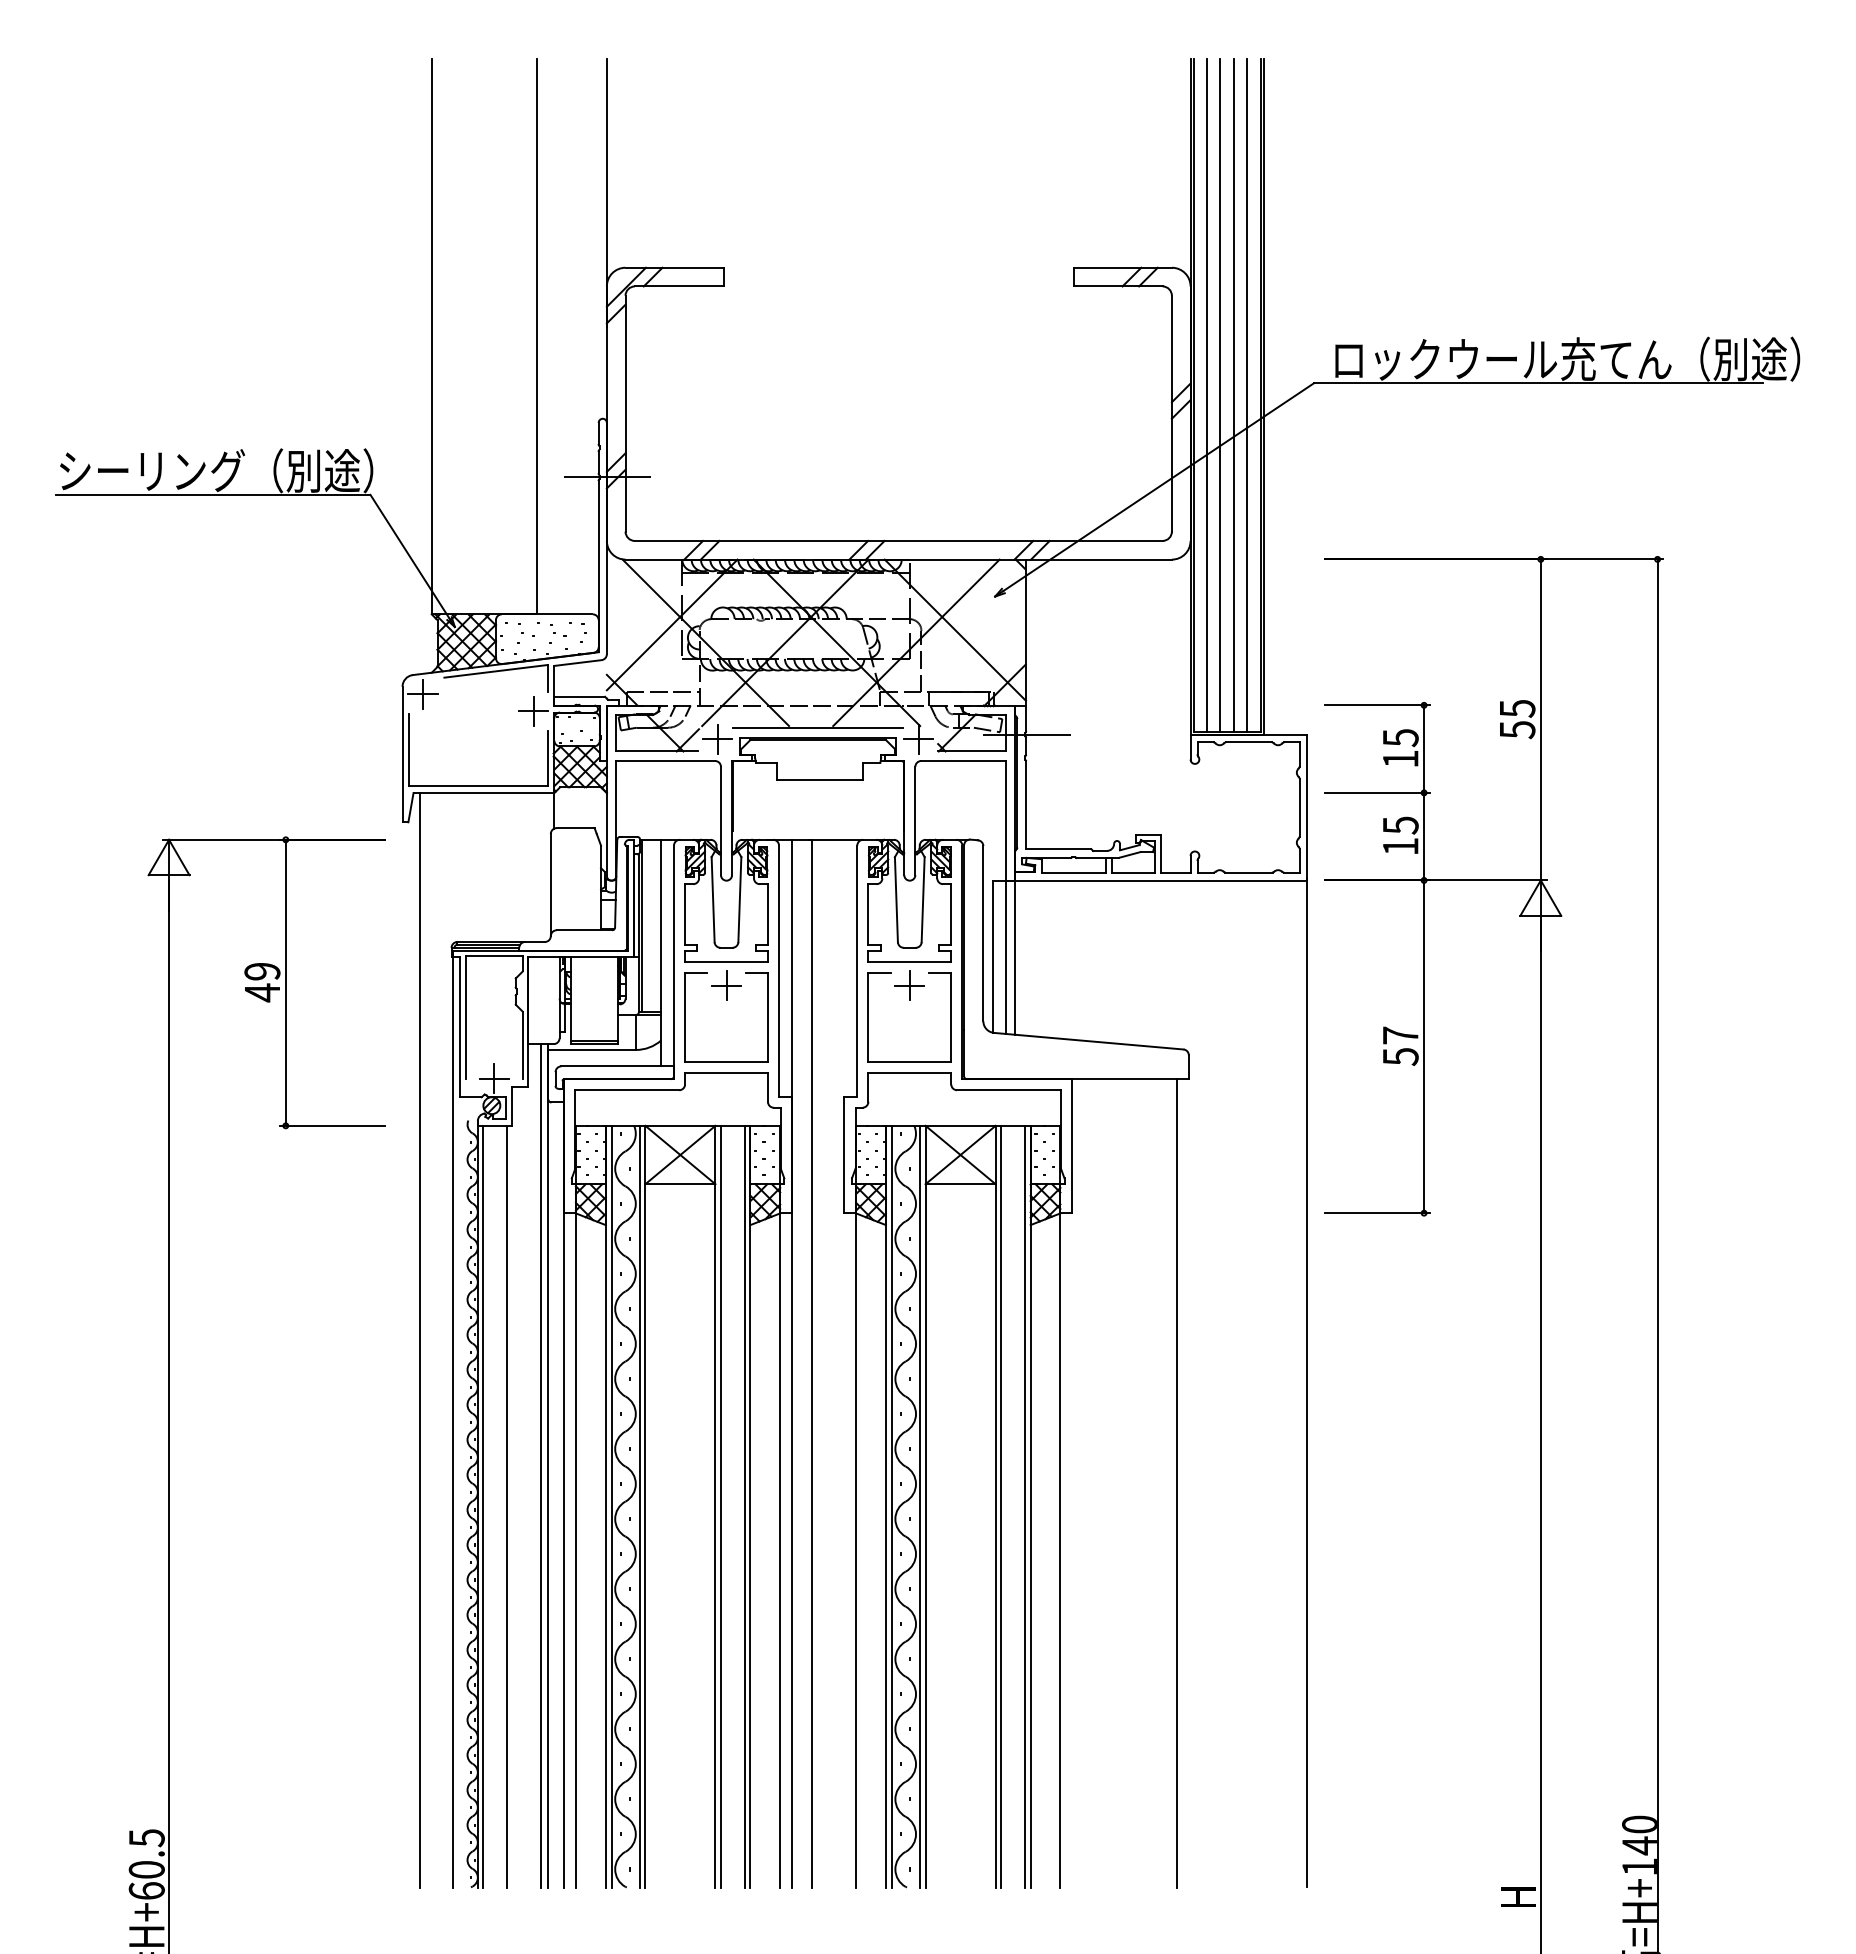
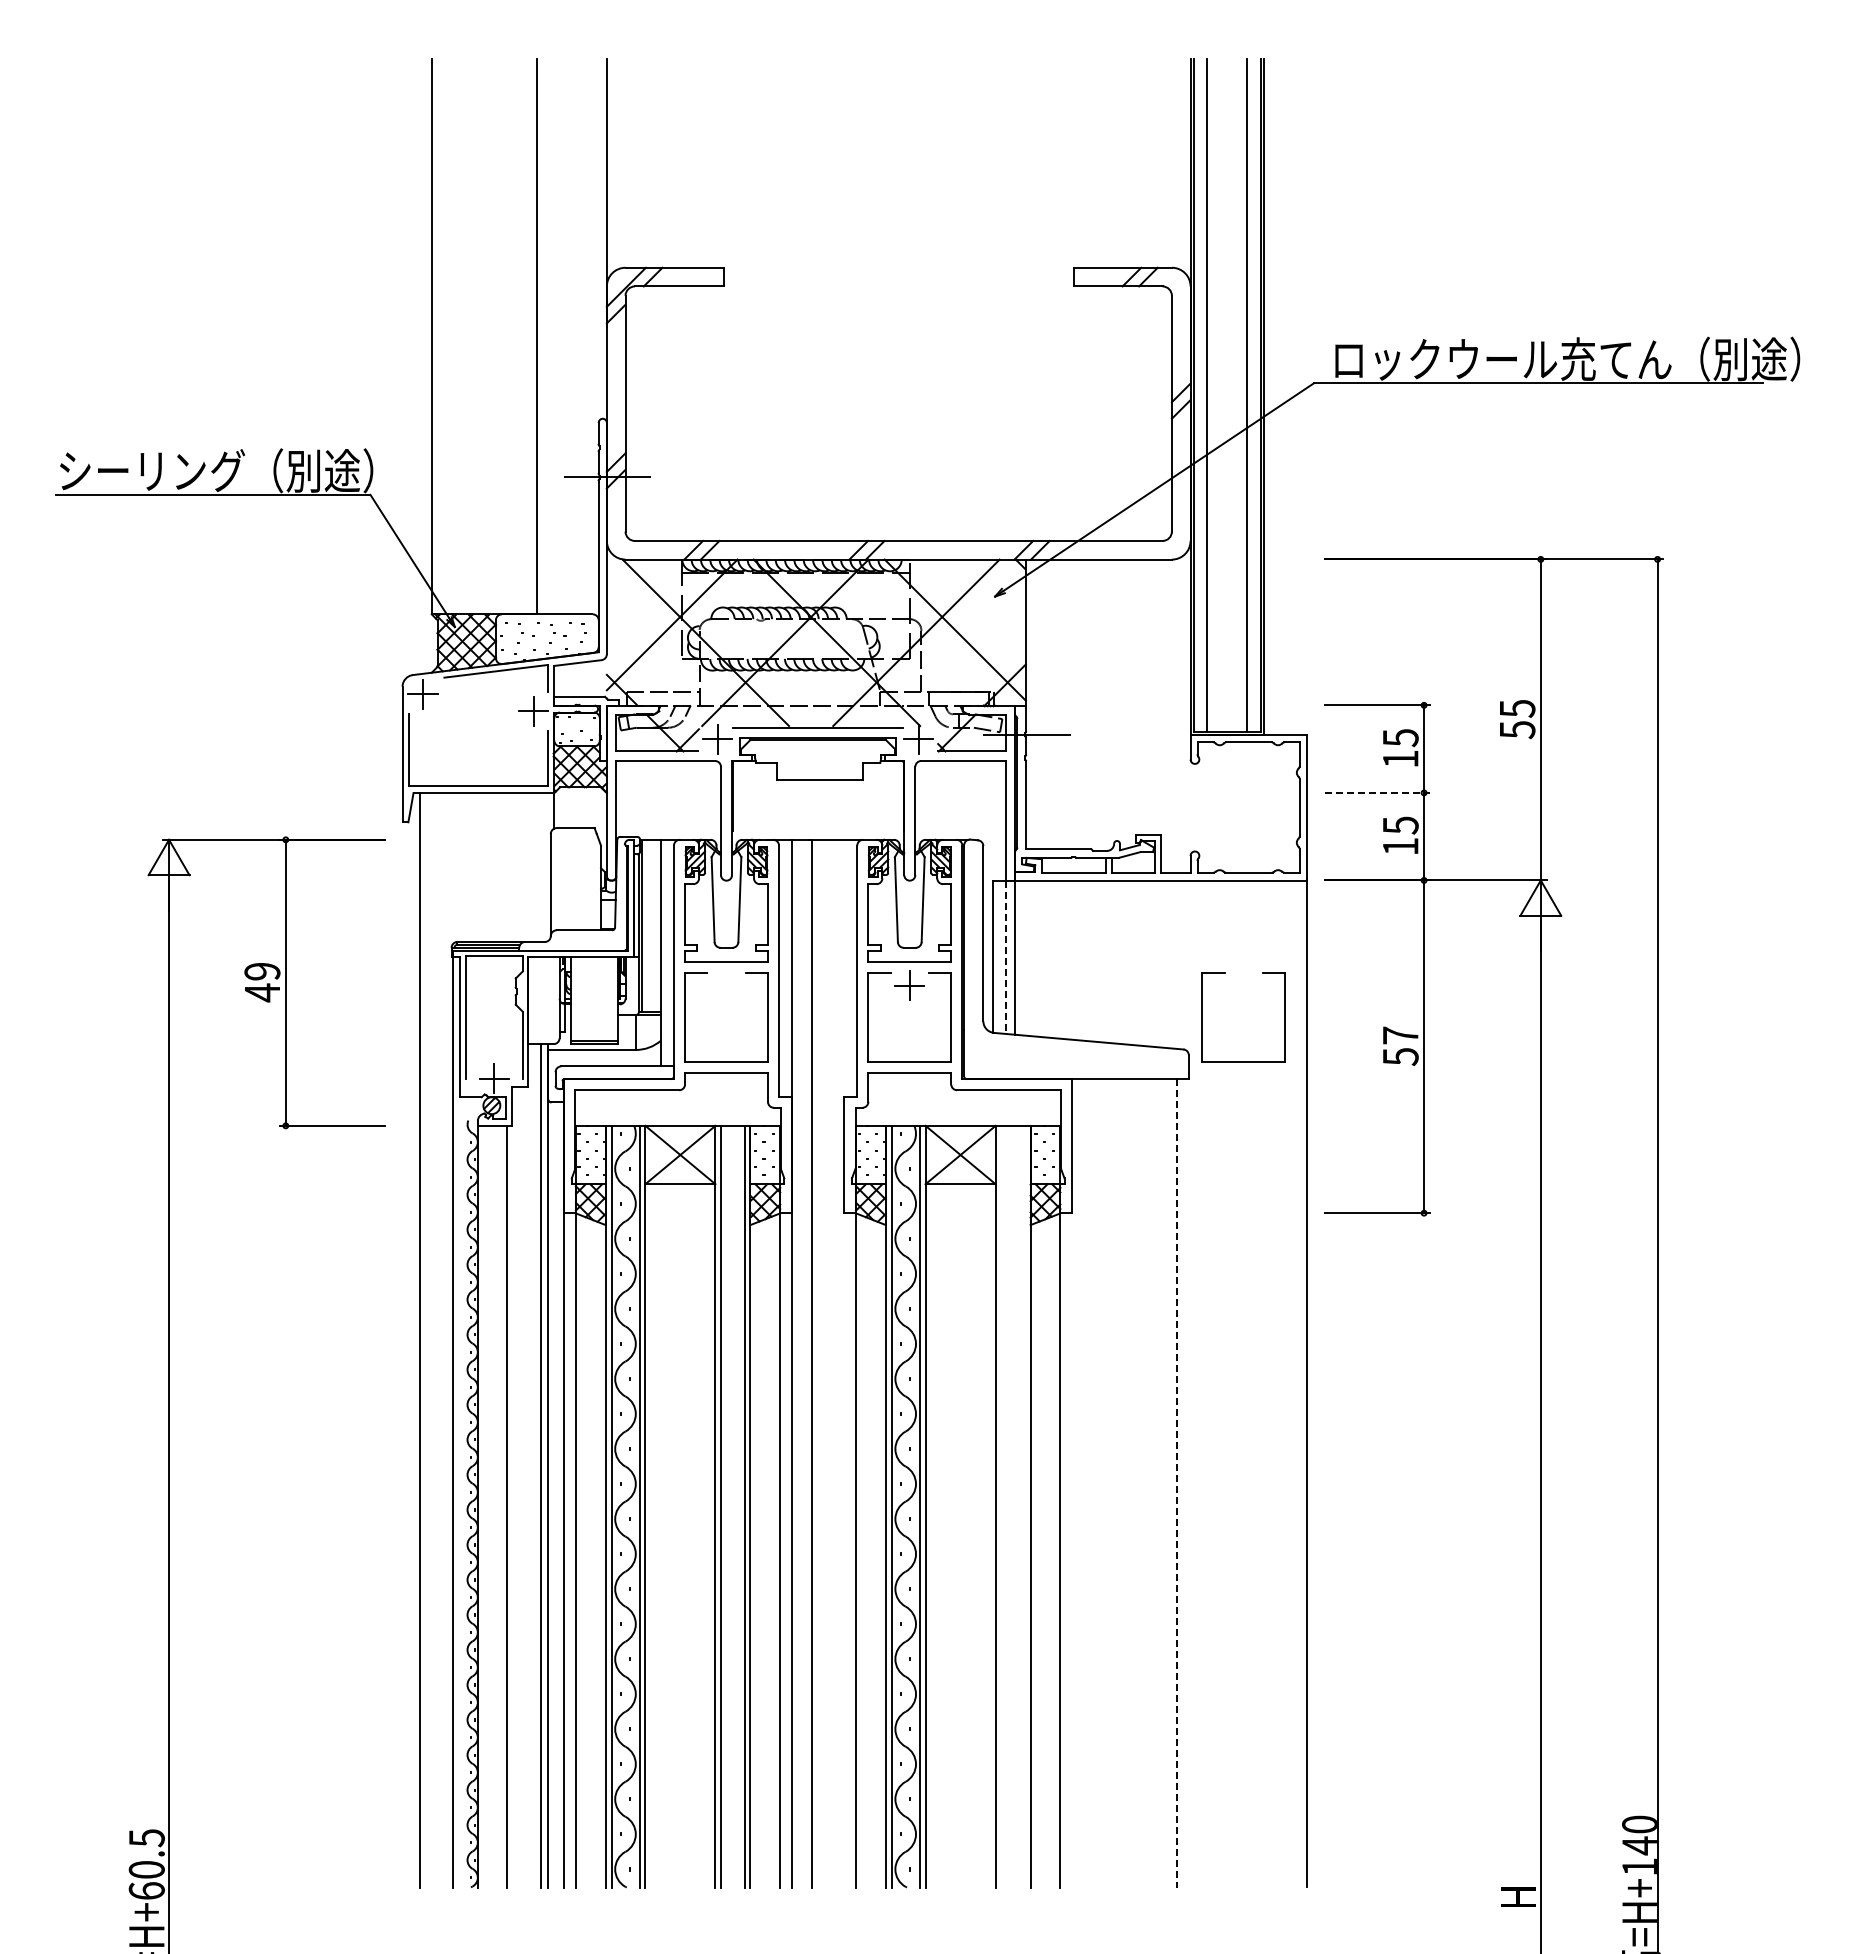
line at (1220, 395): present -> none
line at (1233, 395): present -> none
line at (1377, 792): solid -> dashed
line at (1005, 957): solid -> dashed
part at (726, 985): present -> none
part at (1202, 1017): none -> present
line at (1177, 1483): solid -> dashed
line at (482, 1506): present -> none
line at (1001, 1506): present -> none
line at (1024, 1506): present -> none
